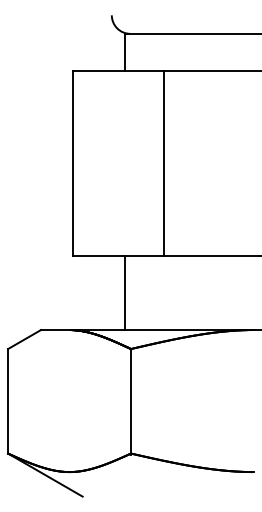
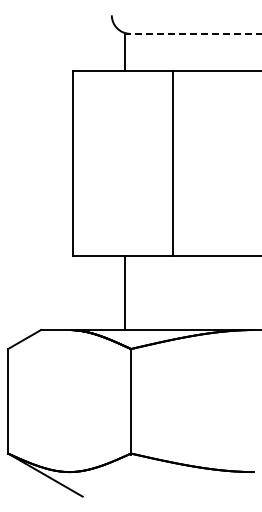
line at (192, 33): solid -> dashed
line at (163, 162) position: (163, 162) -> (172, 162)
